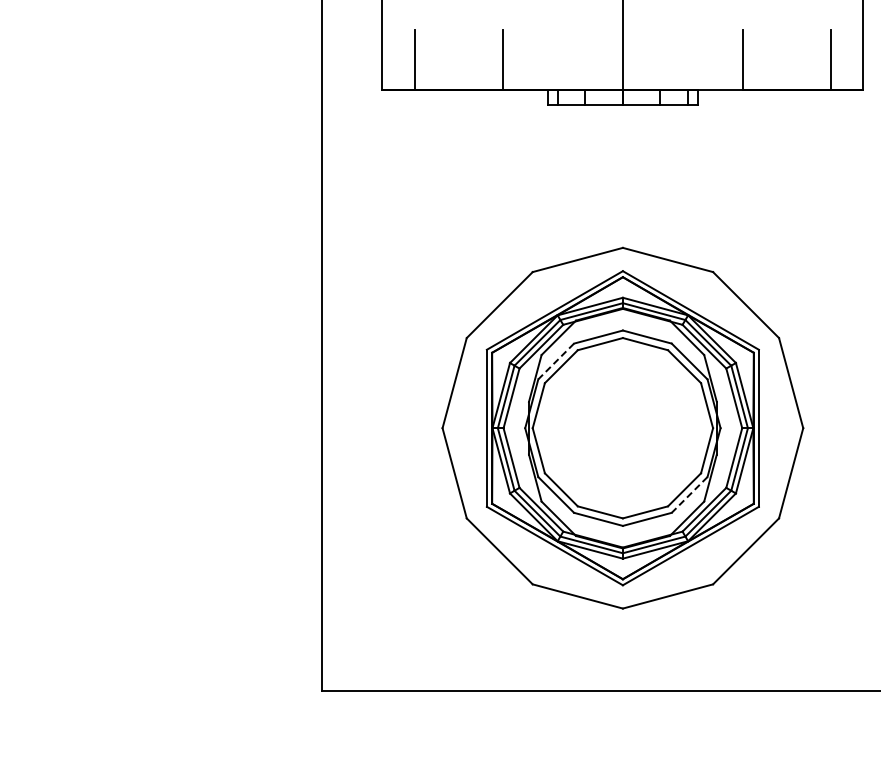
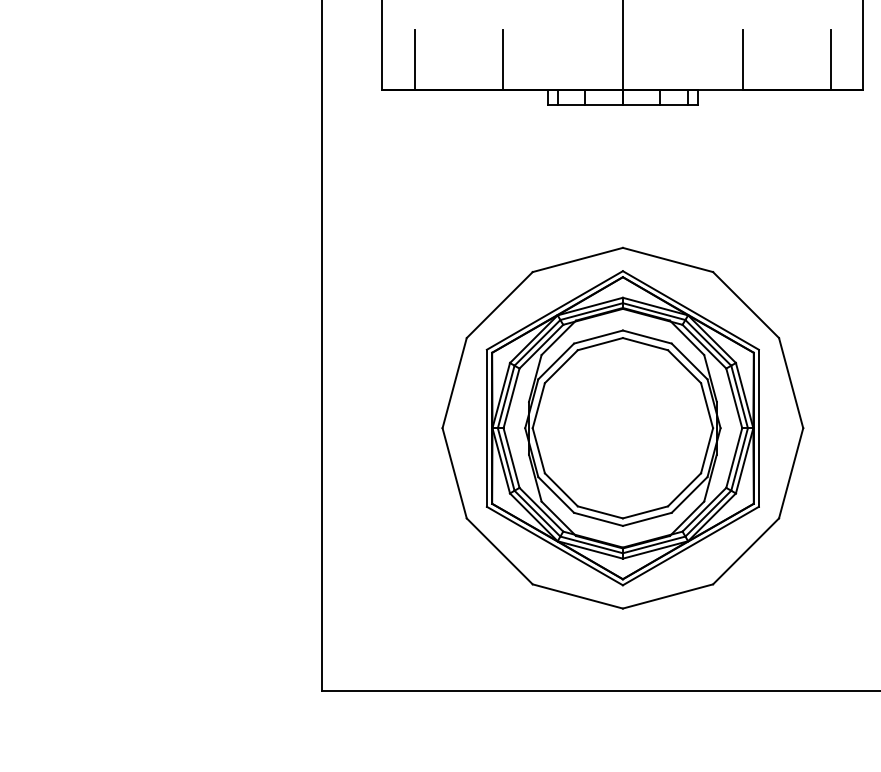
line at (555, 361): dashed -> solid
line at (689, 495): dashed -> solid
